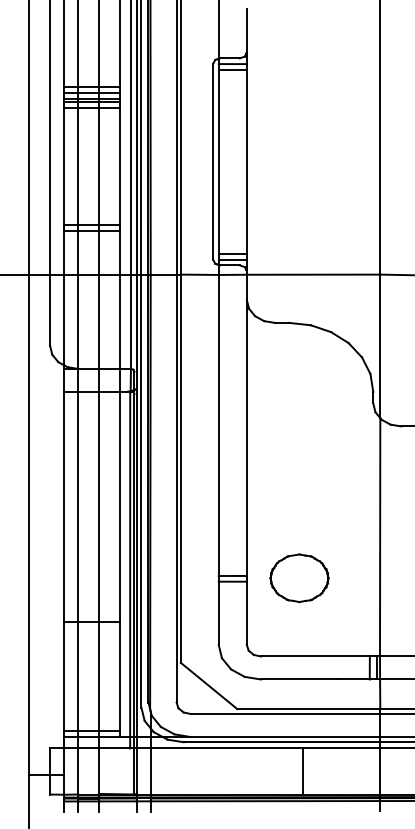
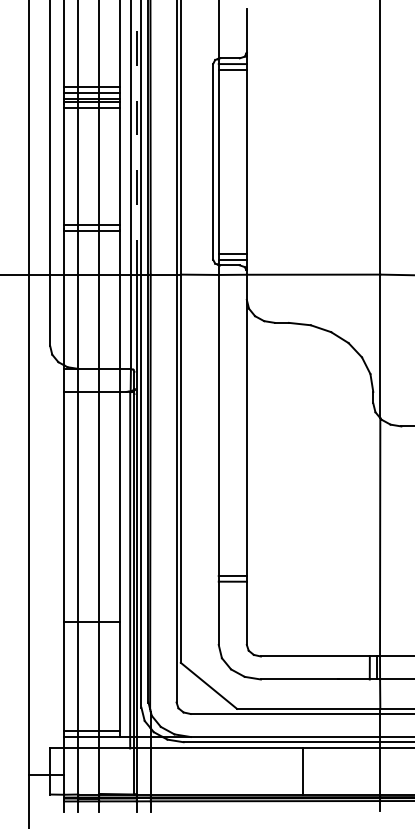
line at (136, 137): solid -> dashed
part at (299, 577): present -> none
